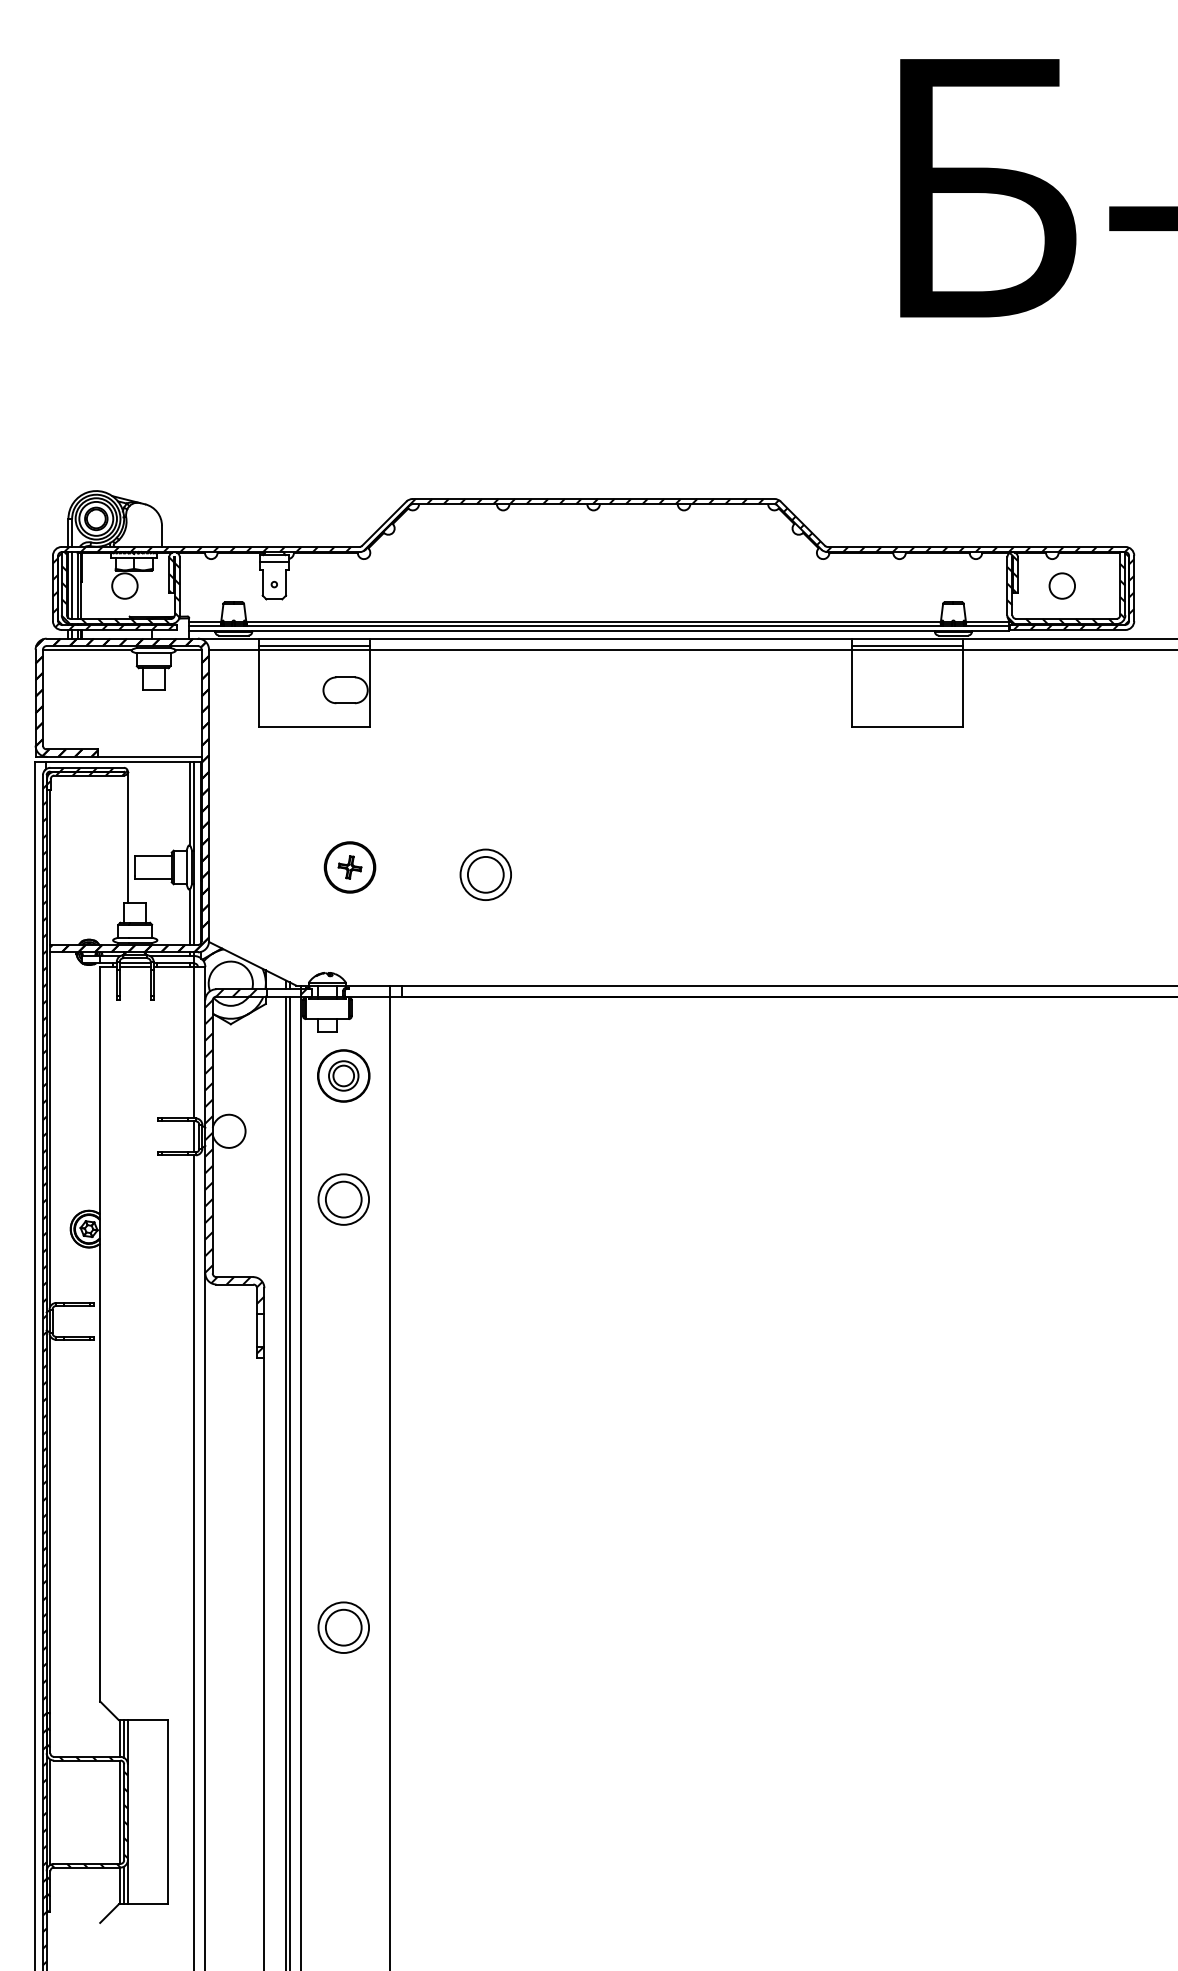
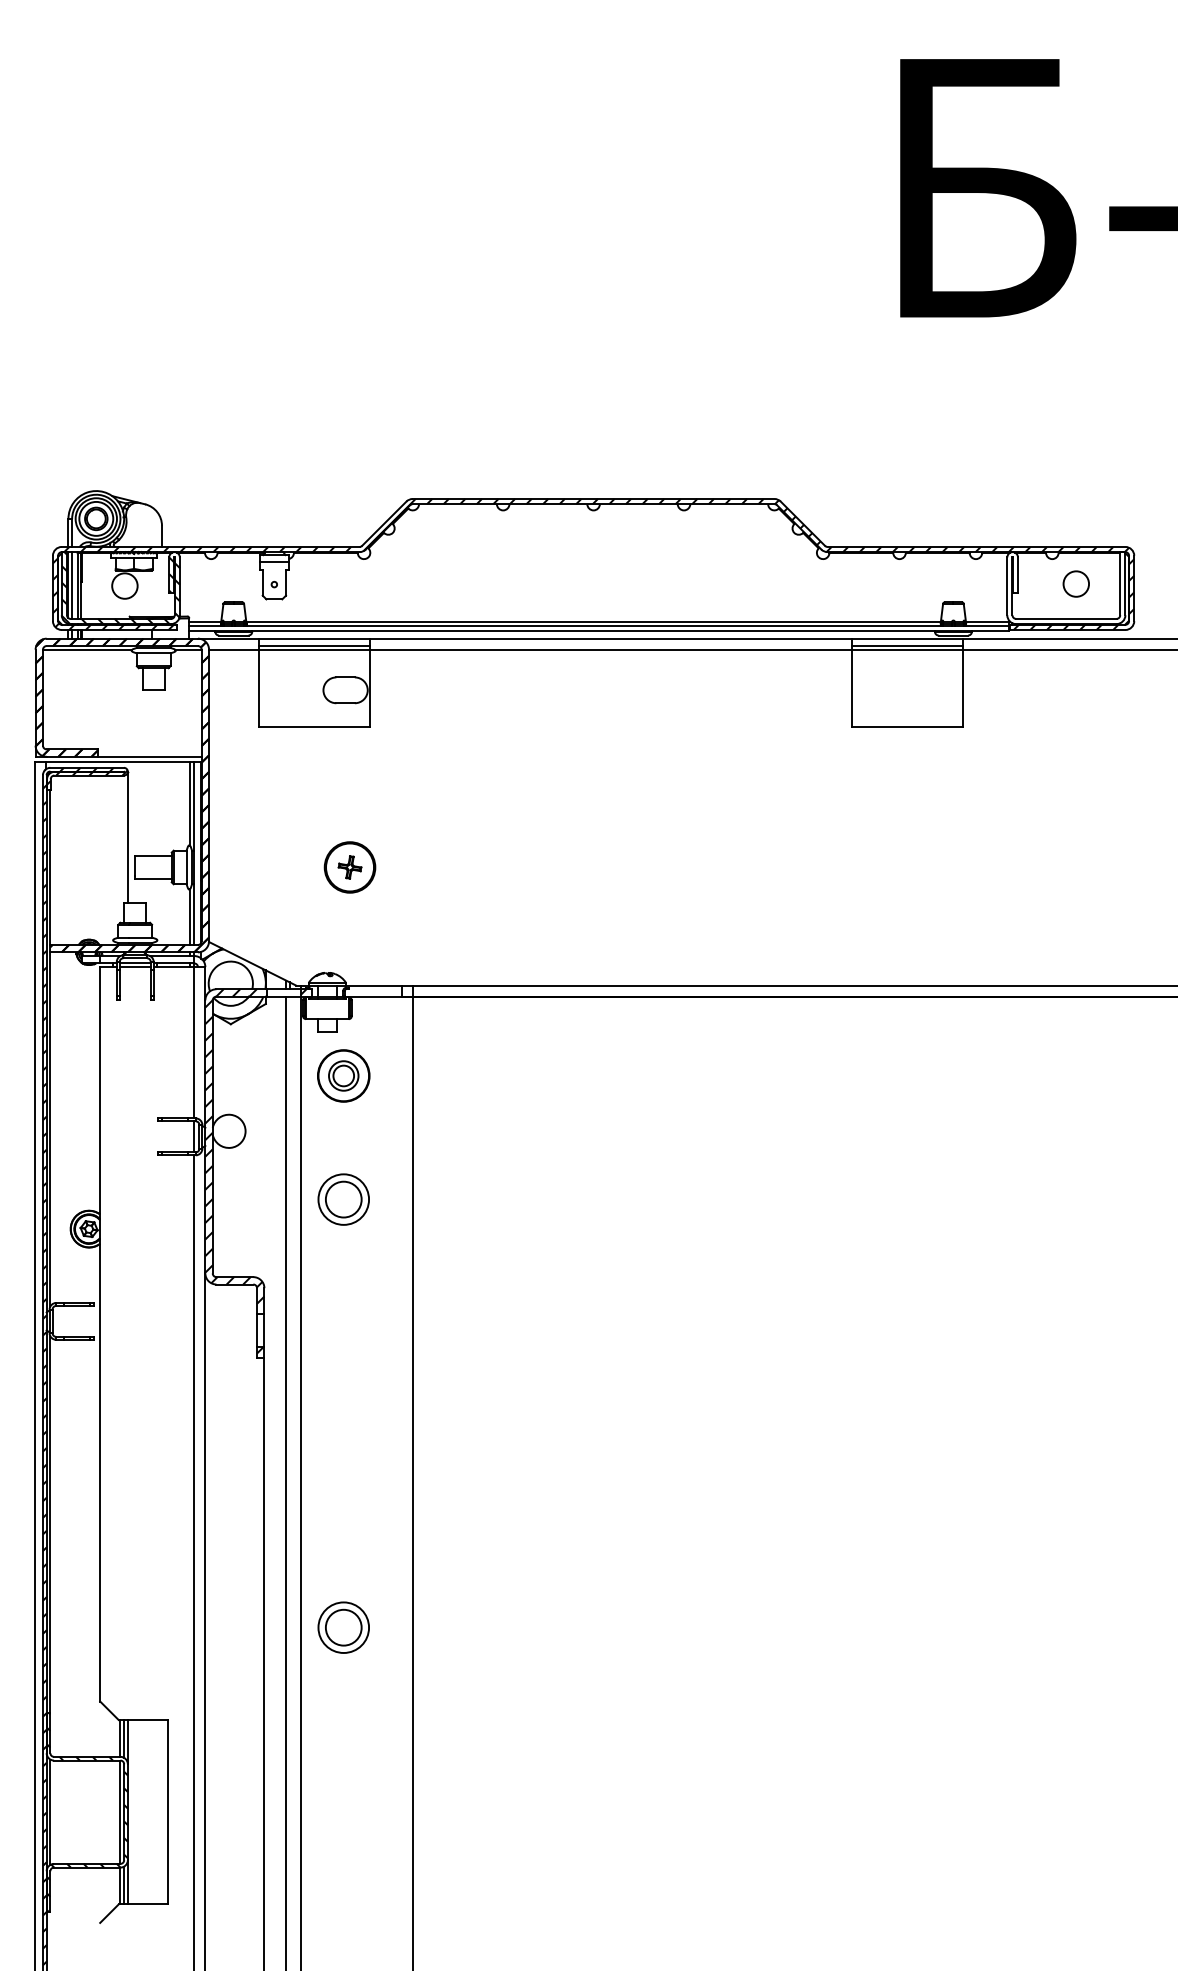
circle at (1061, 585) position: (1061, 585) -> (1075, 583)
hatch at (1066, 588): present -> none
part at (485, 874): present -> none
line at (389, 1476) position: (389, 1476) -> (412, 1476)
line at (289, 1481): present -> none
